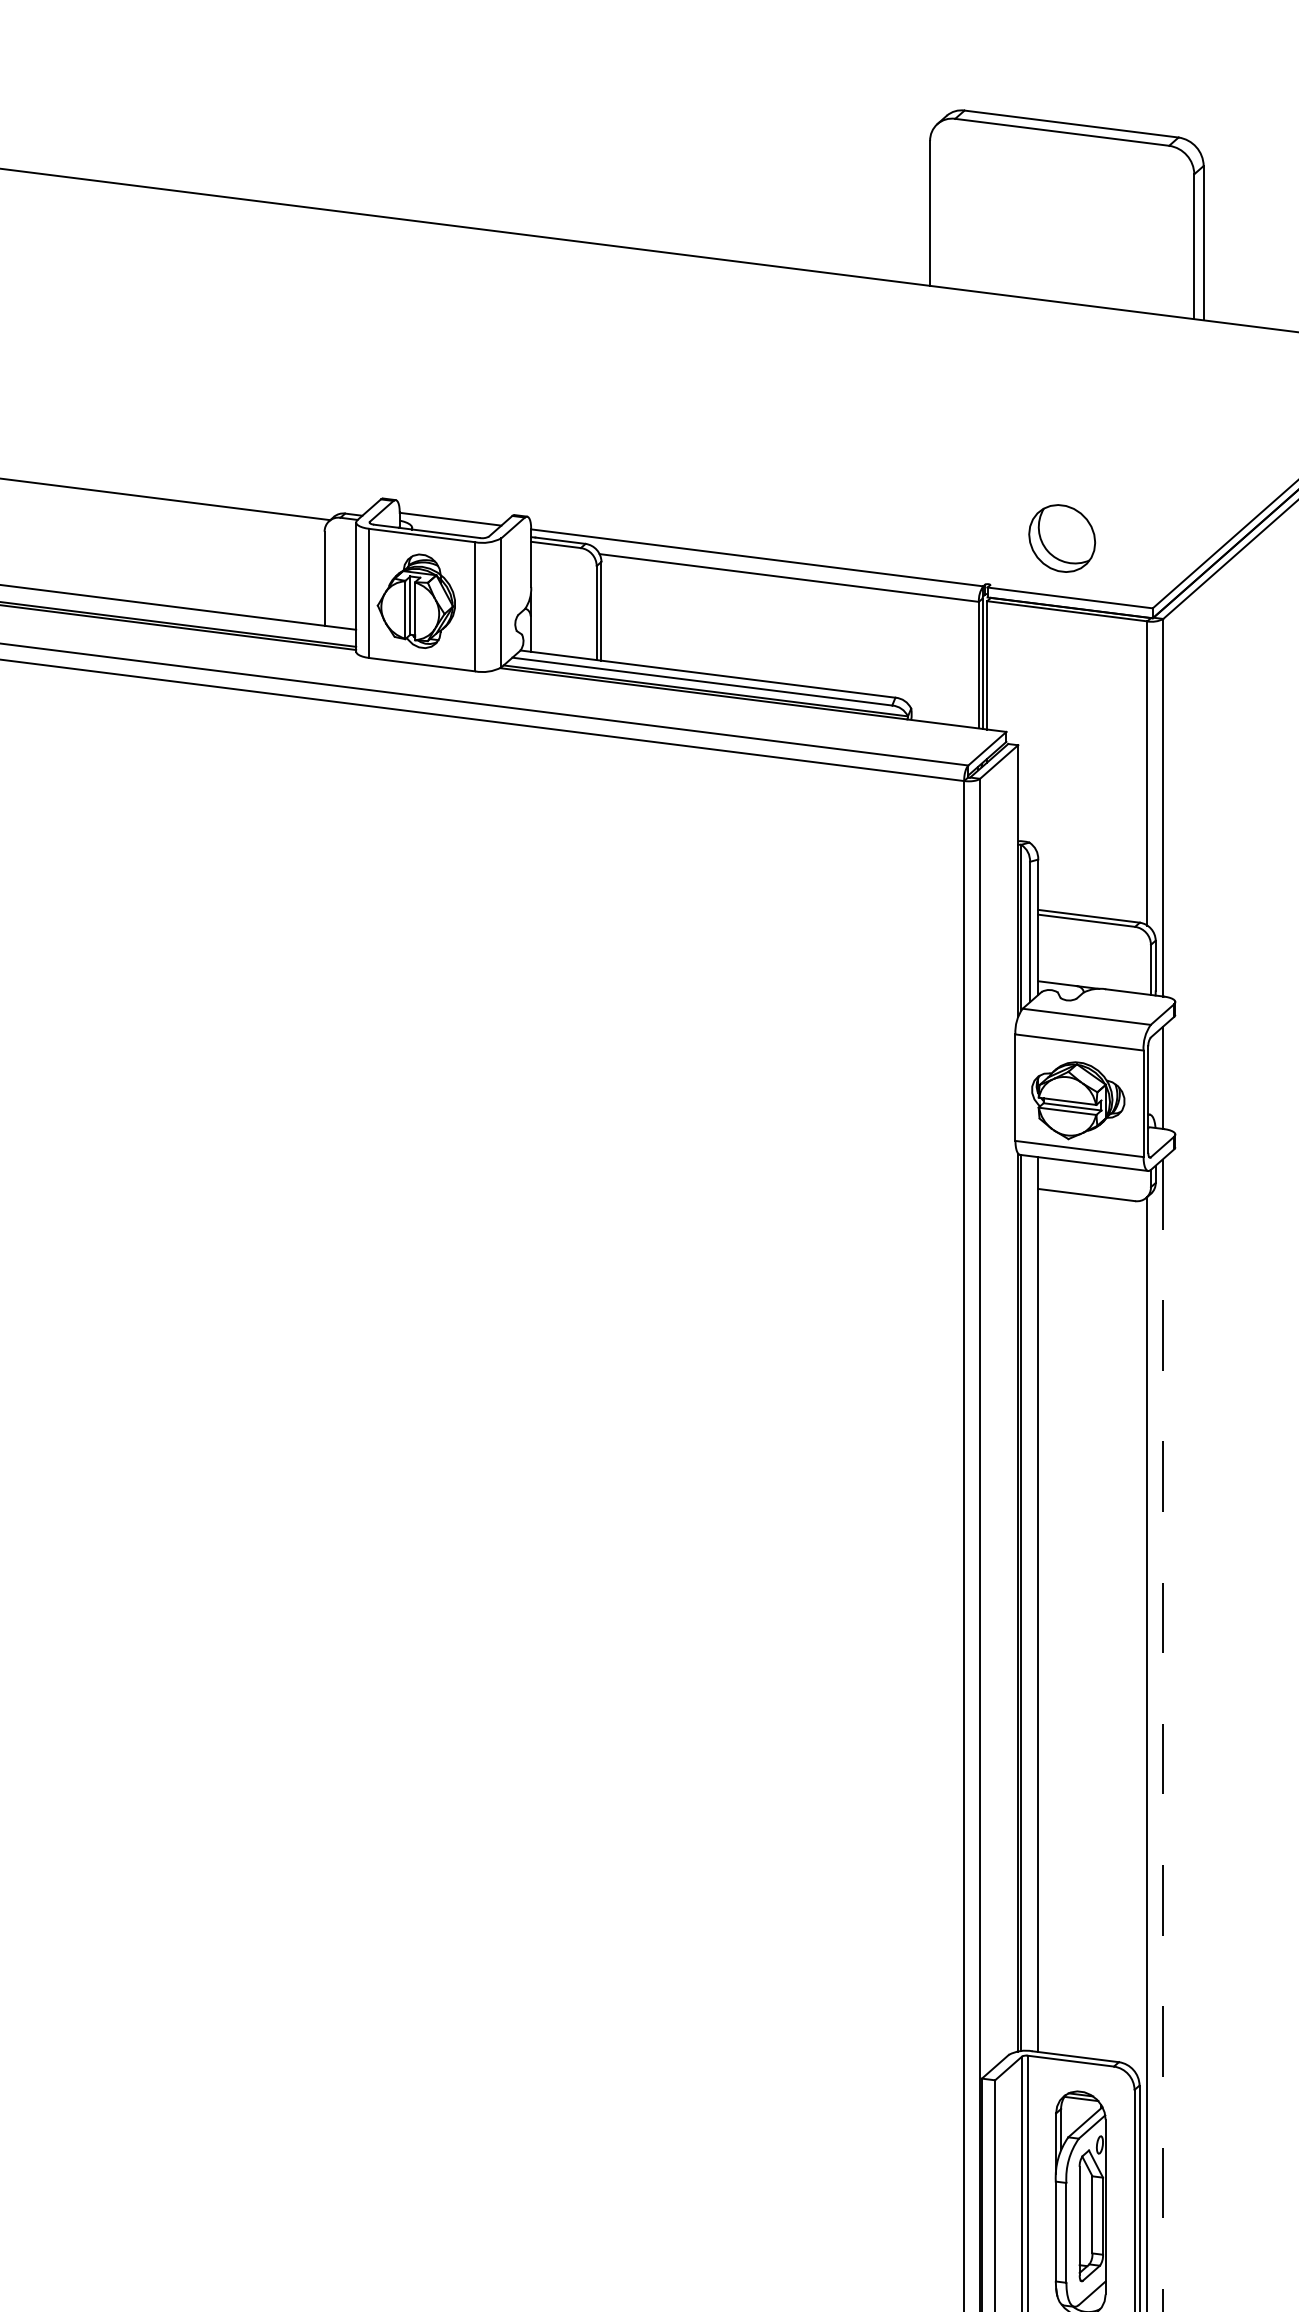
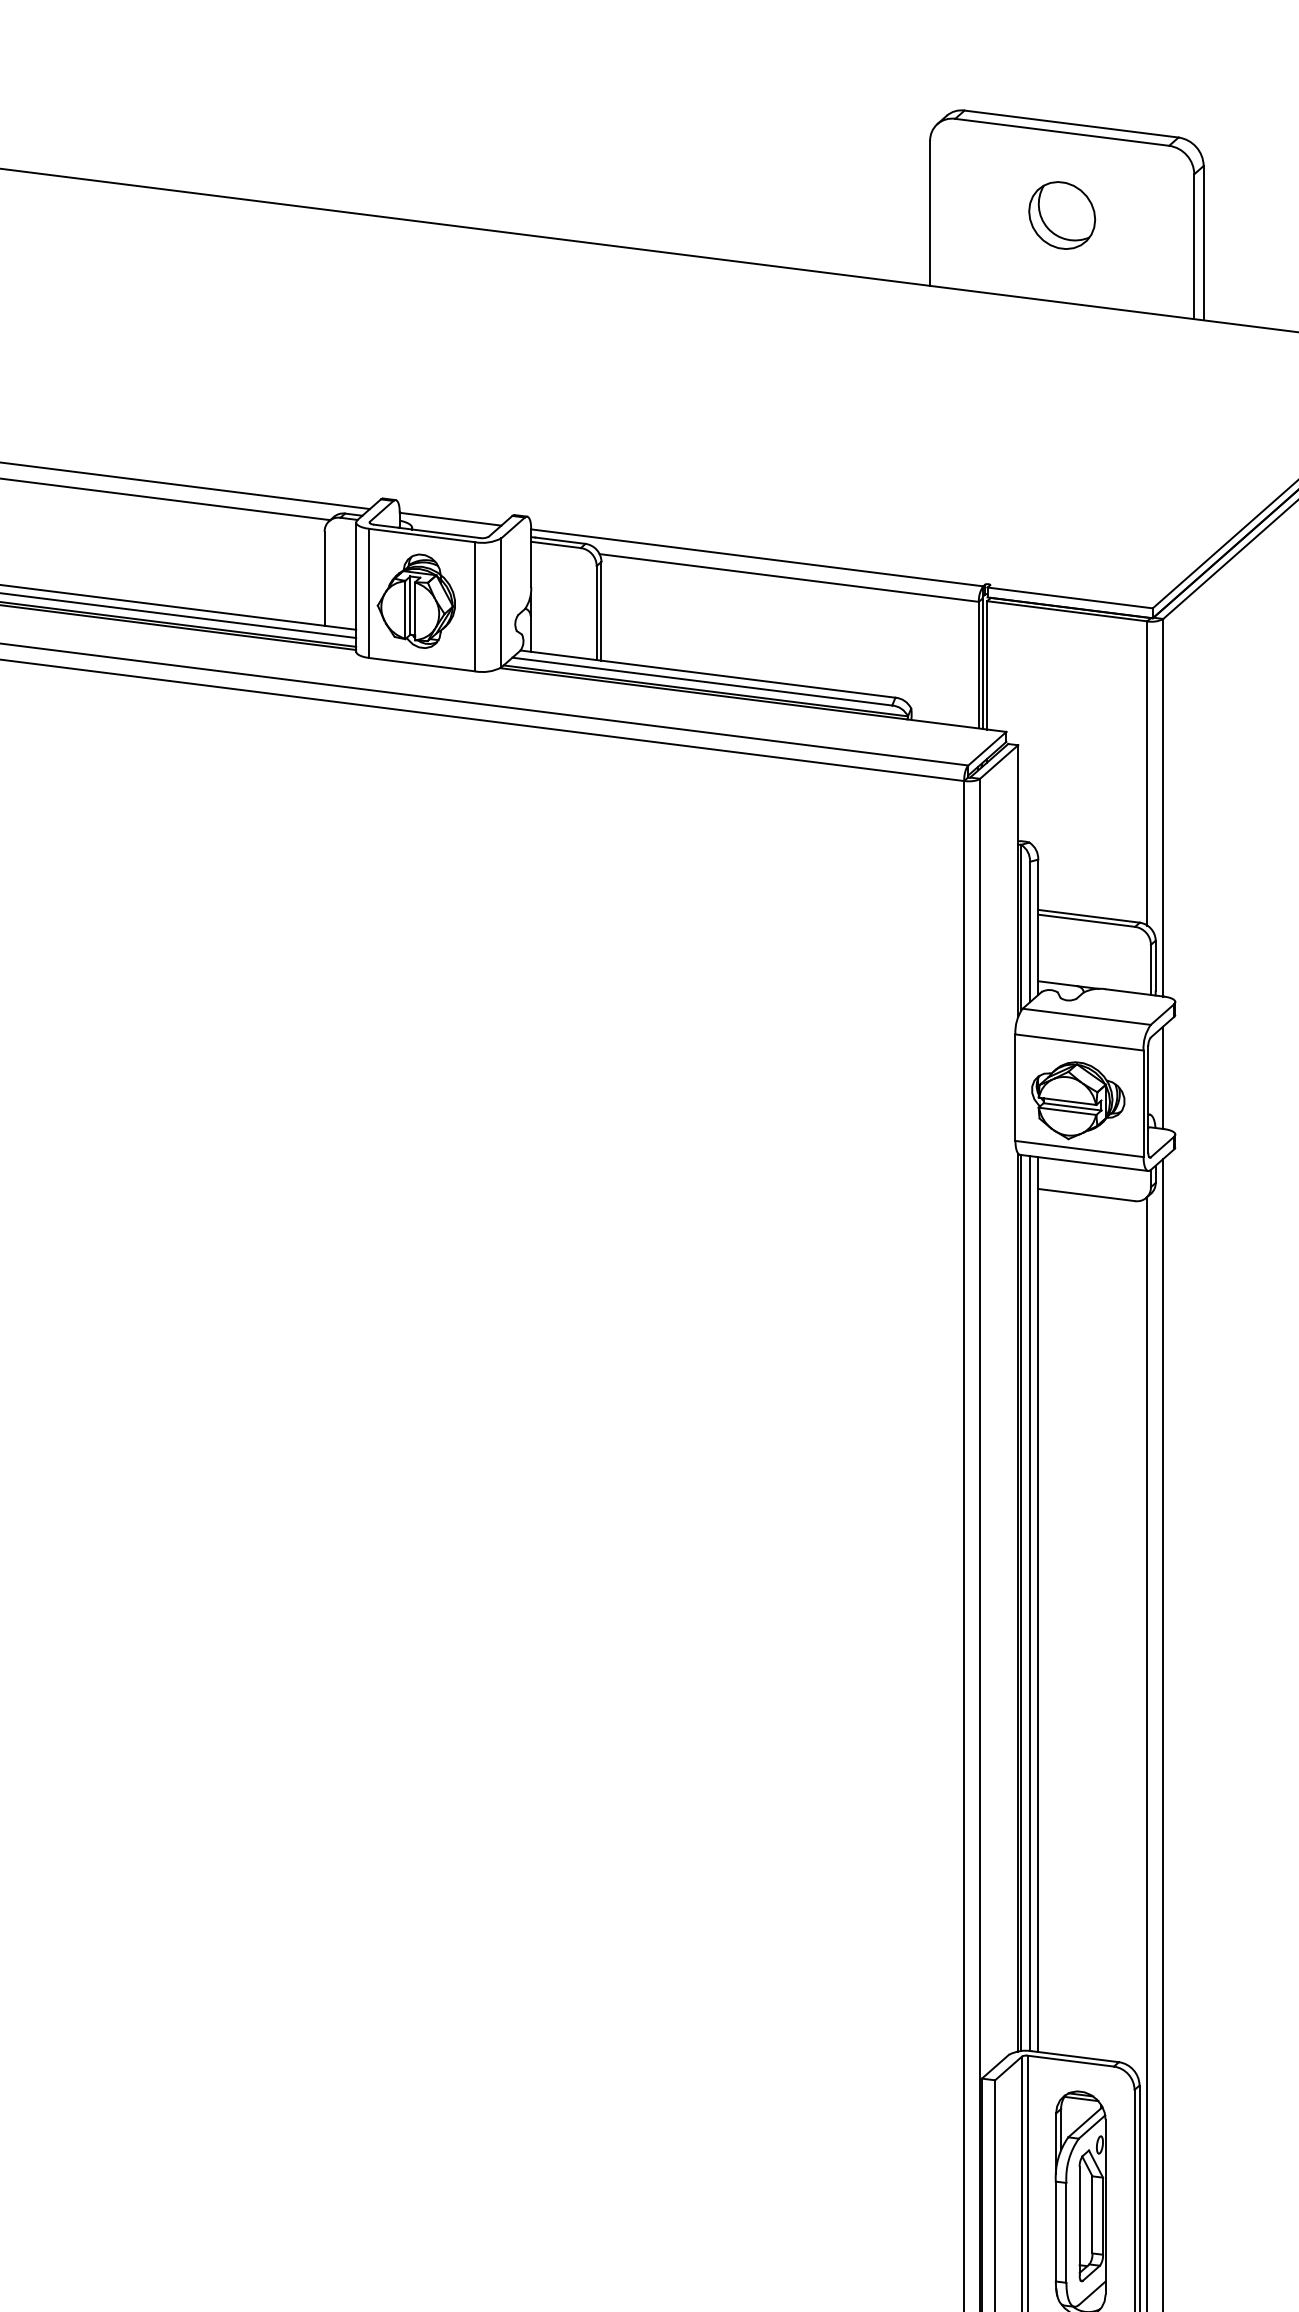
line at (185, 485): none -> present
part at (1062, 538) position: (1062, 538) -> (1062, 215)
line at (179, 615): none -> present
line at (1030, 1603): none -> present
line at (1163, 1735): dashed -> solid
